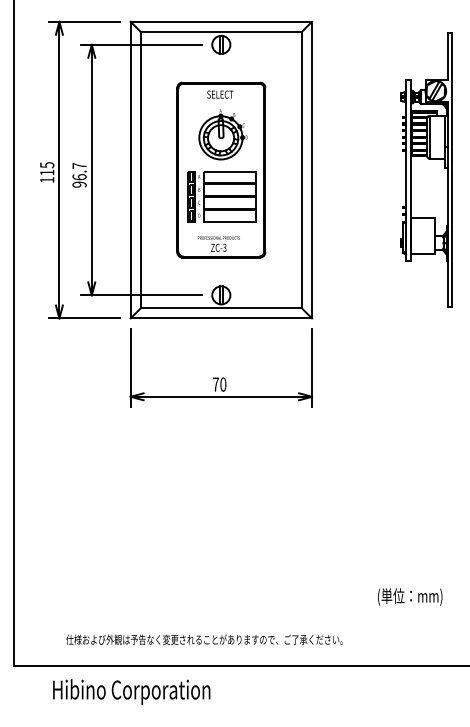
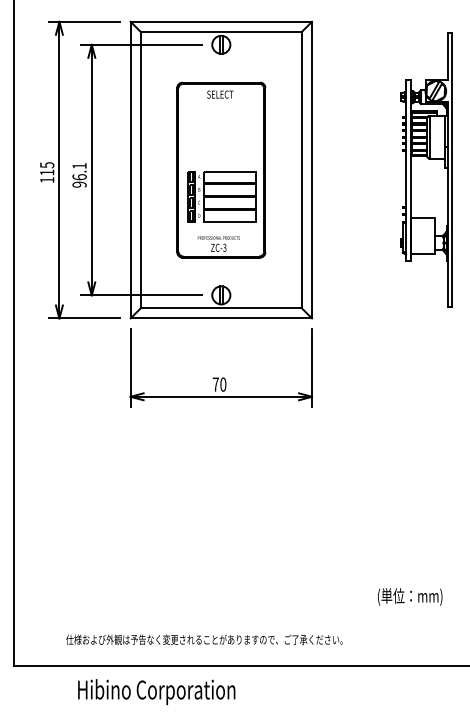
part at (222, 134): present -> none
text at (79, 166): 96.7 -> 96.1
text at (131, 692) position: (131, 692) -> (156, 692)
